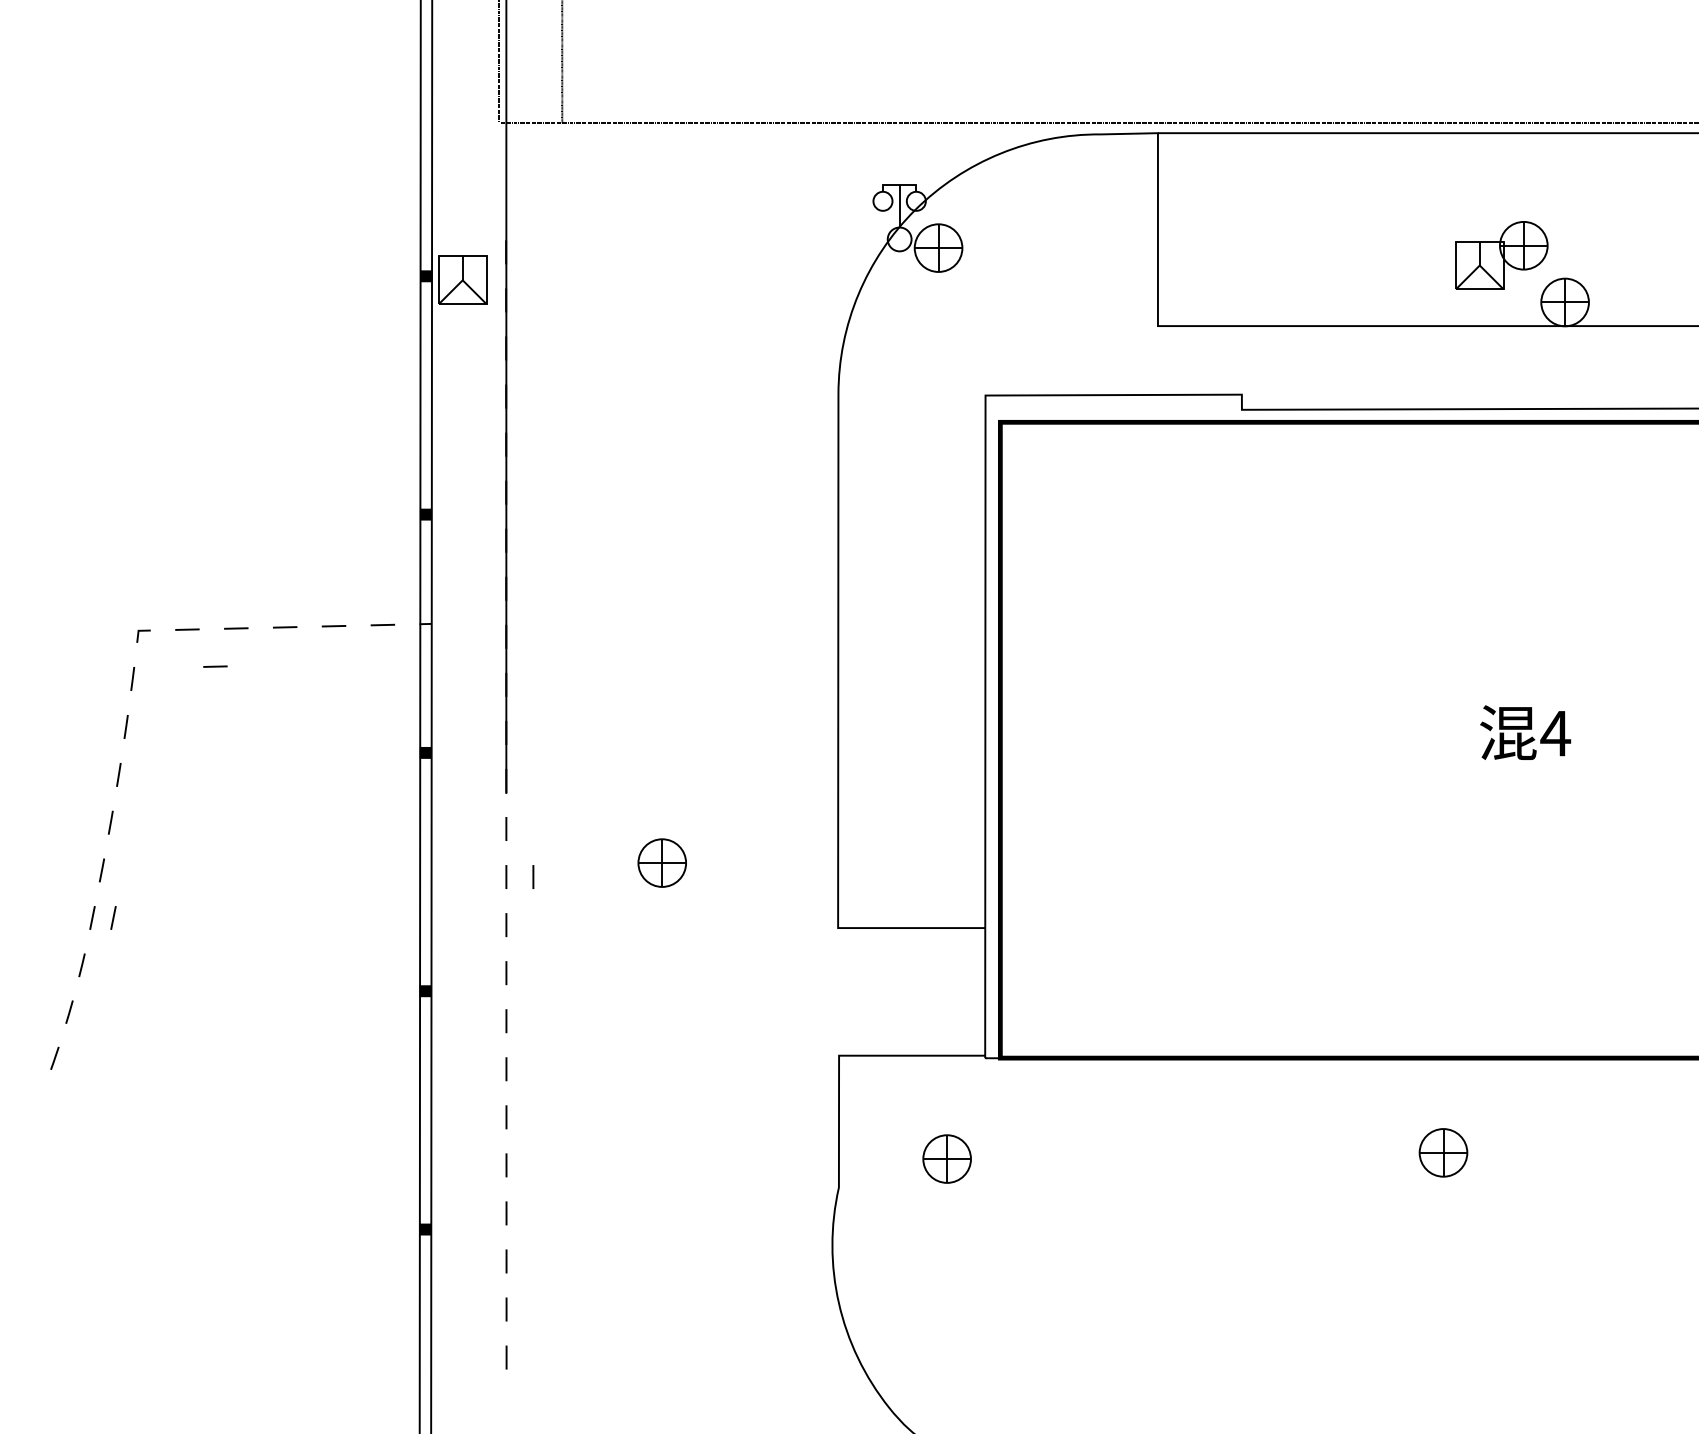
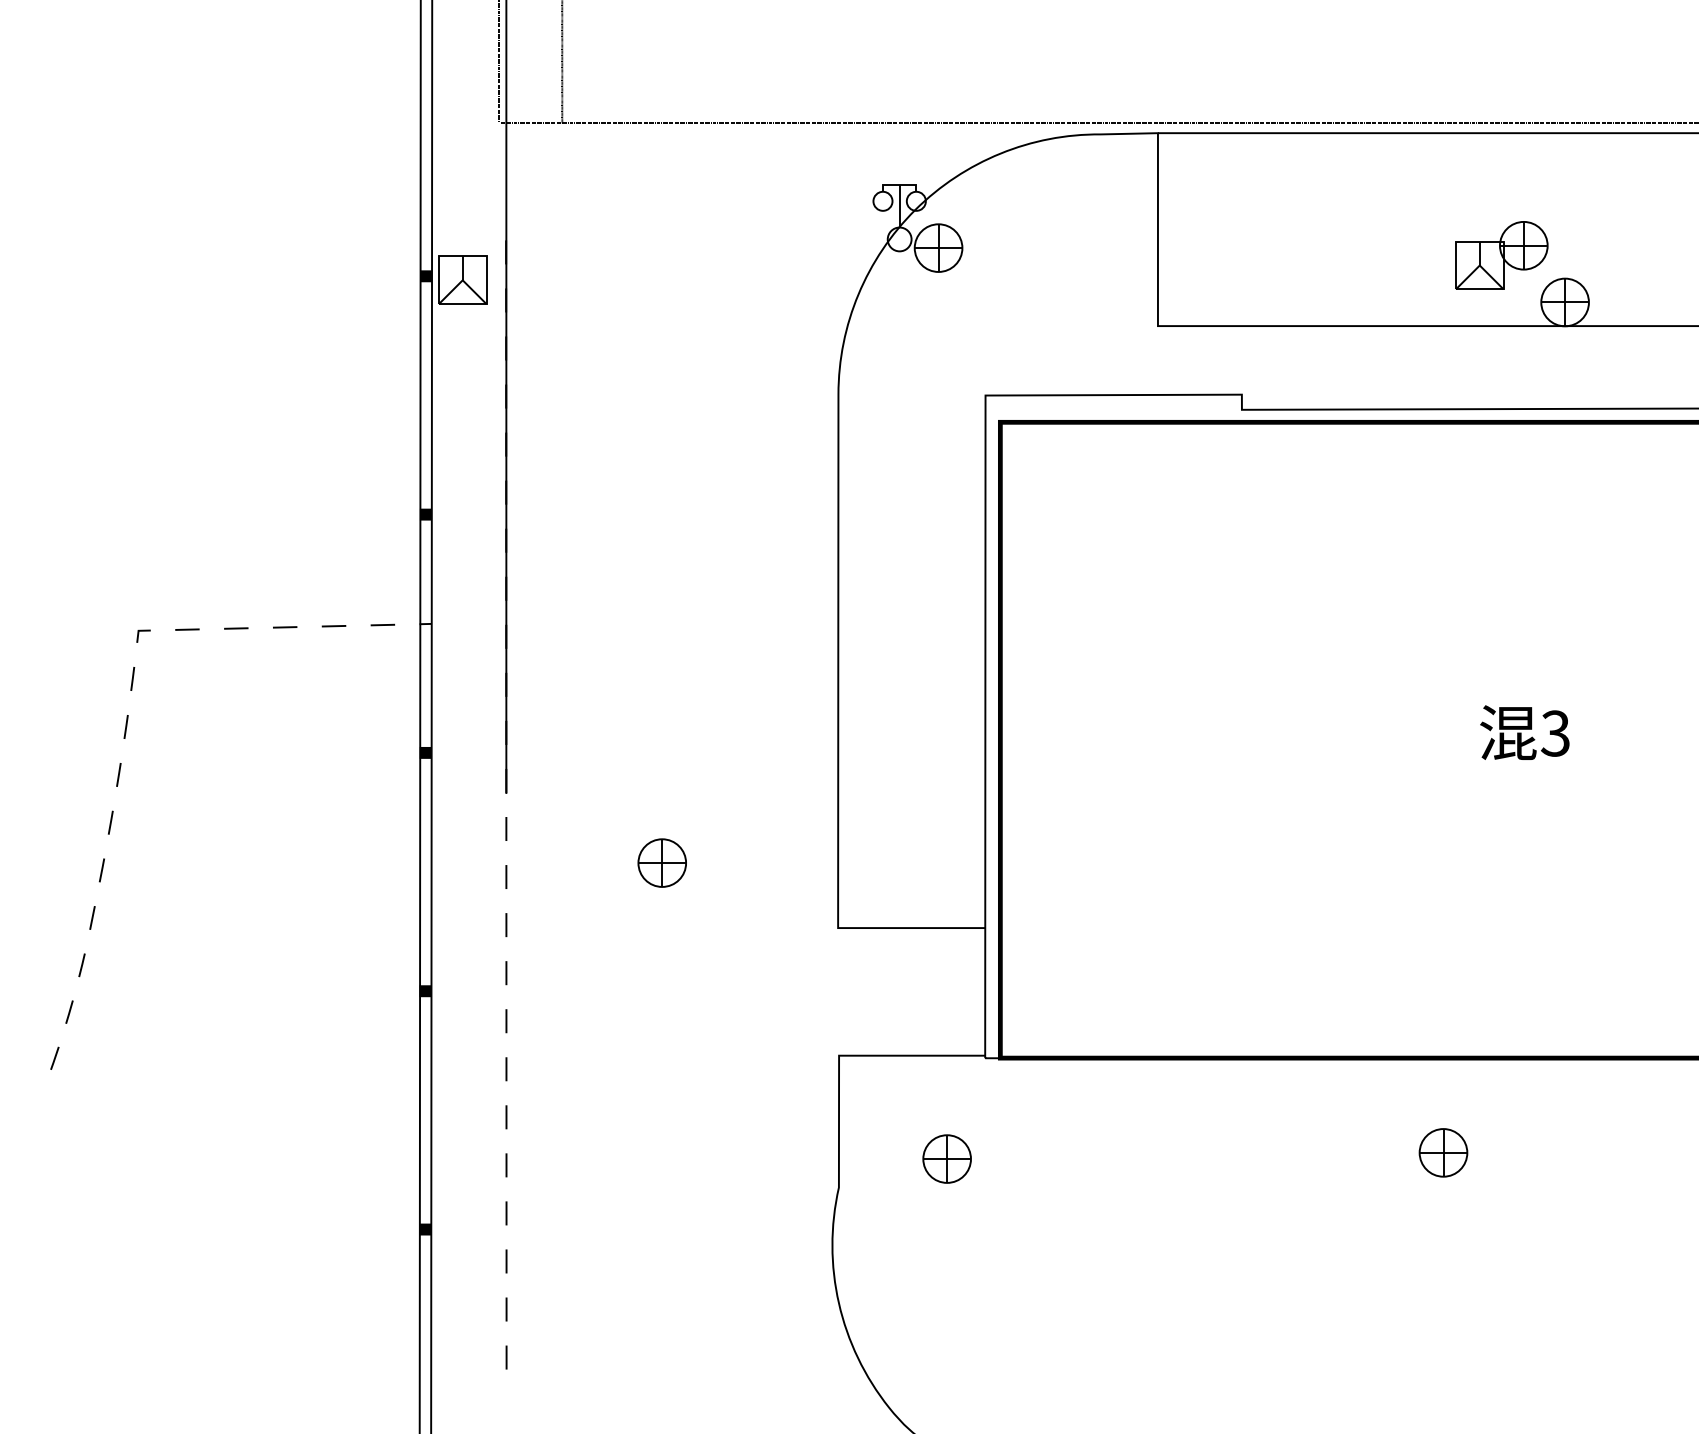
line at (215, 666): present -> none
text at (1555, 733): 4 -> 3
line at (533, 876): present -> none
line at (113, 917): present -> none
